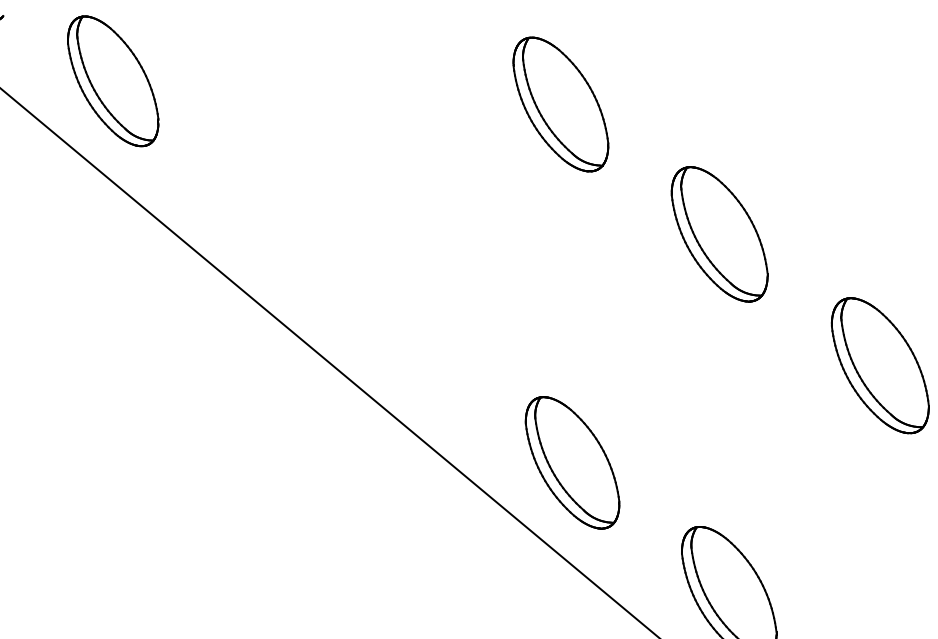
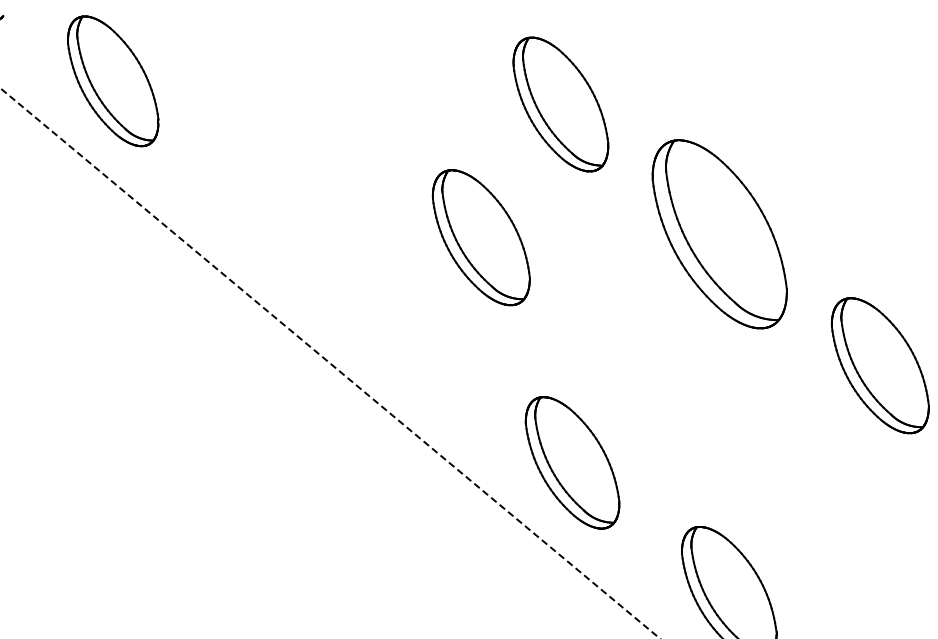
part at (719, 234) size: 99x137 px -> 137x191 px
part at (480, 237): none -> present
line at (330, 363): solid -> dashed
